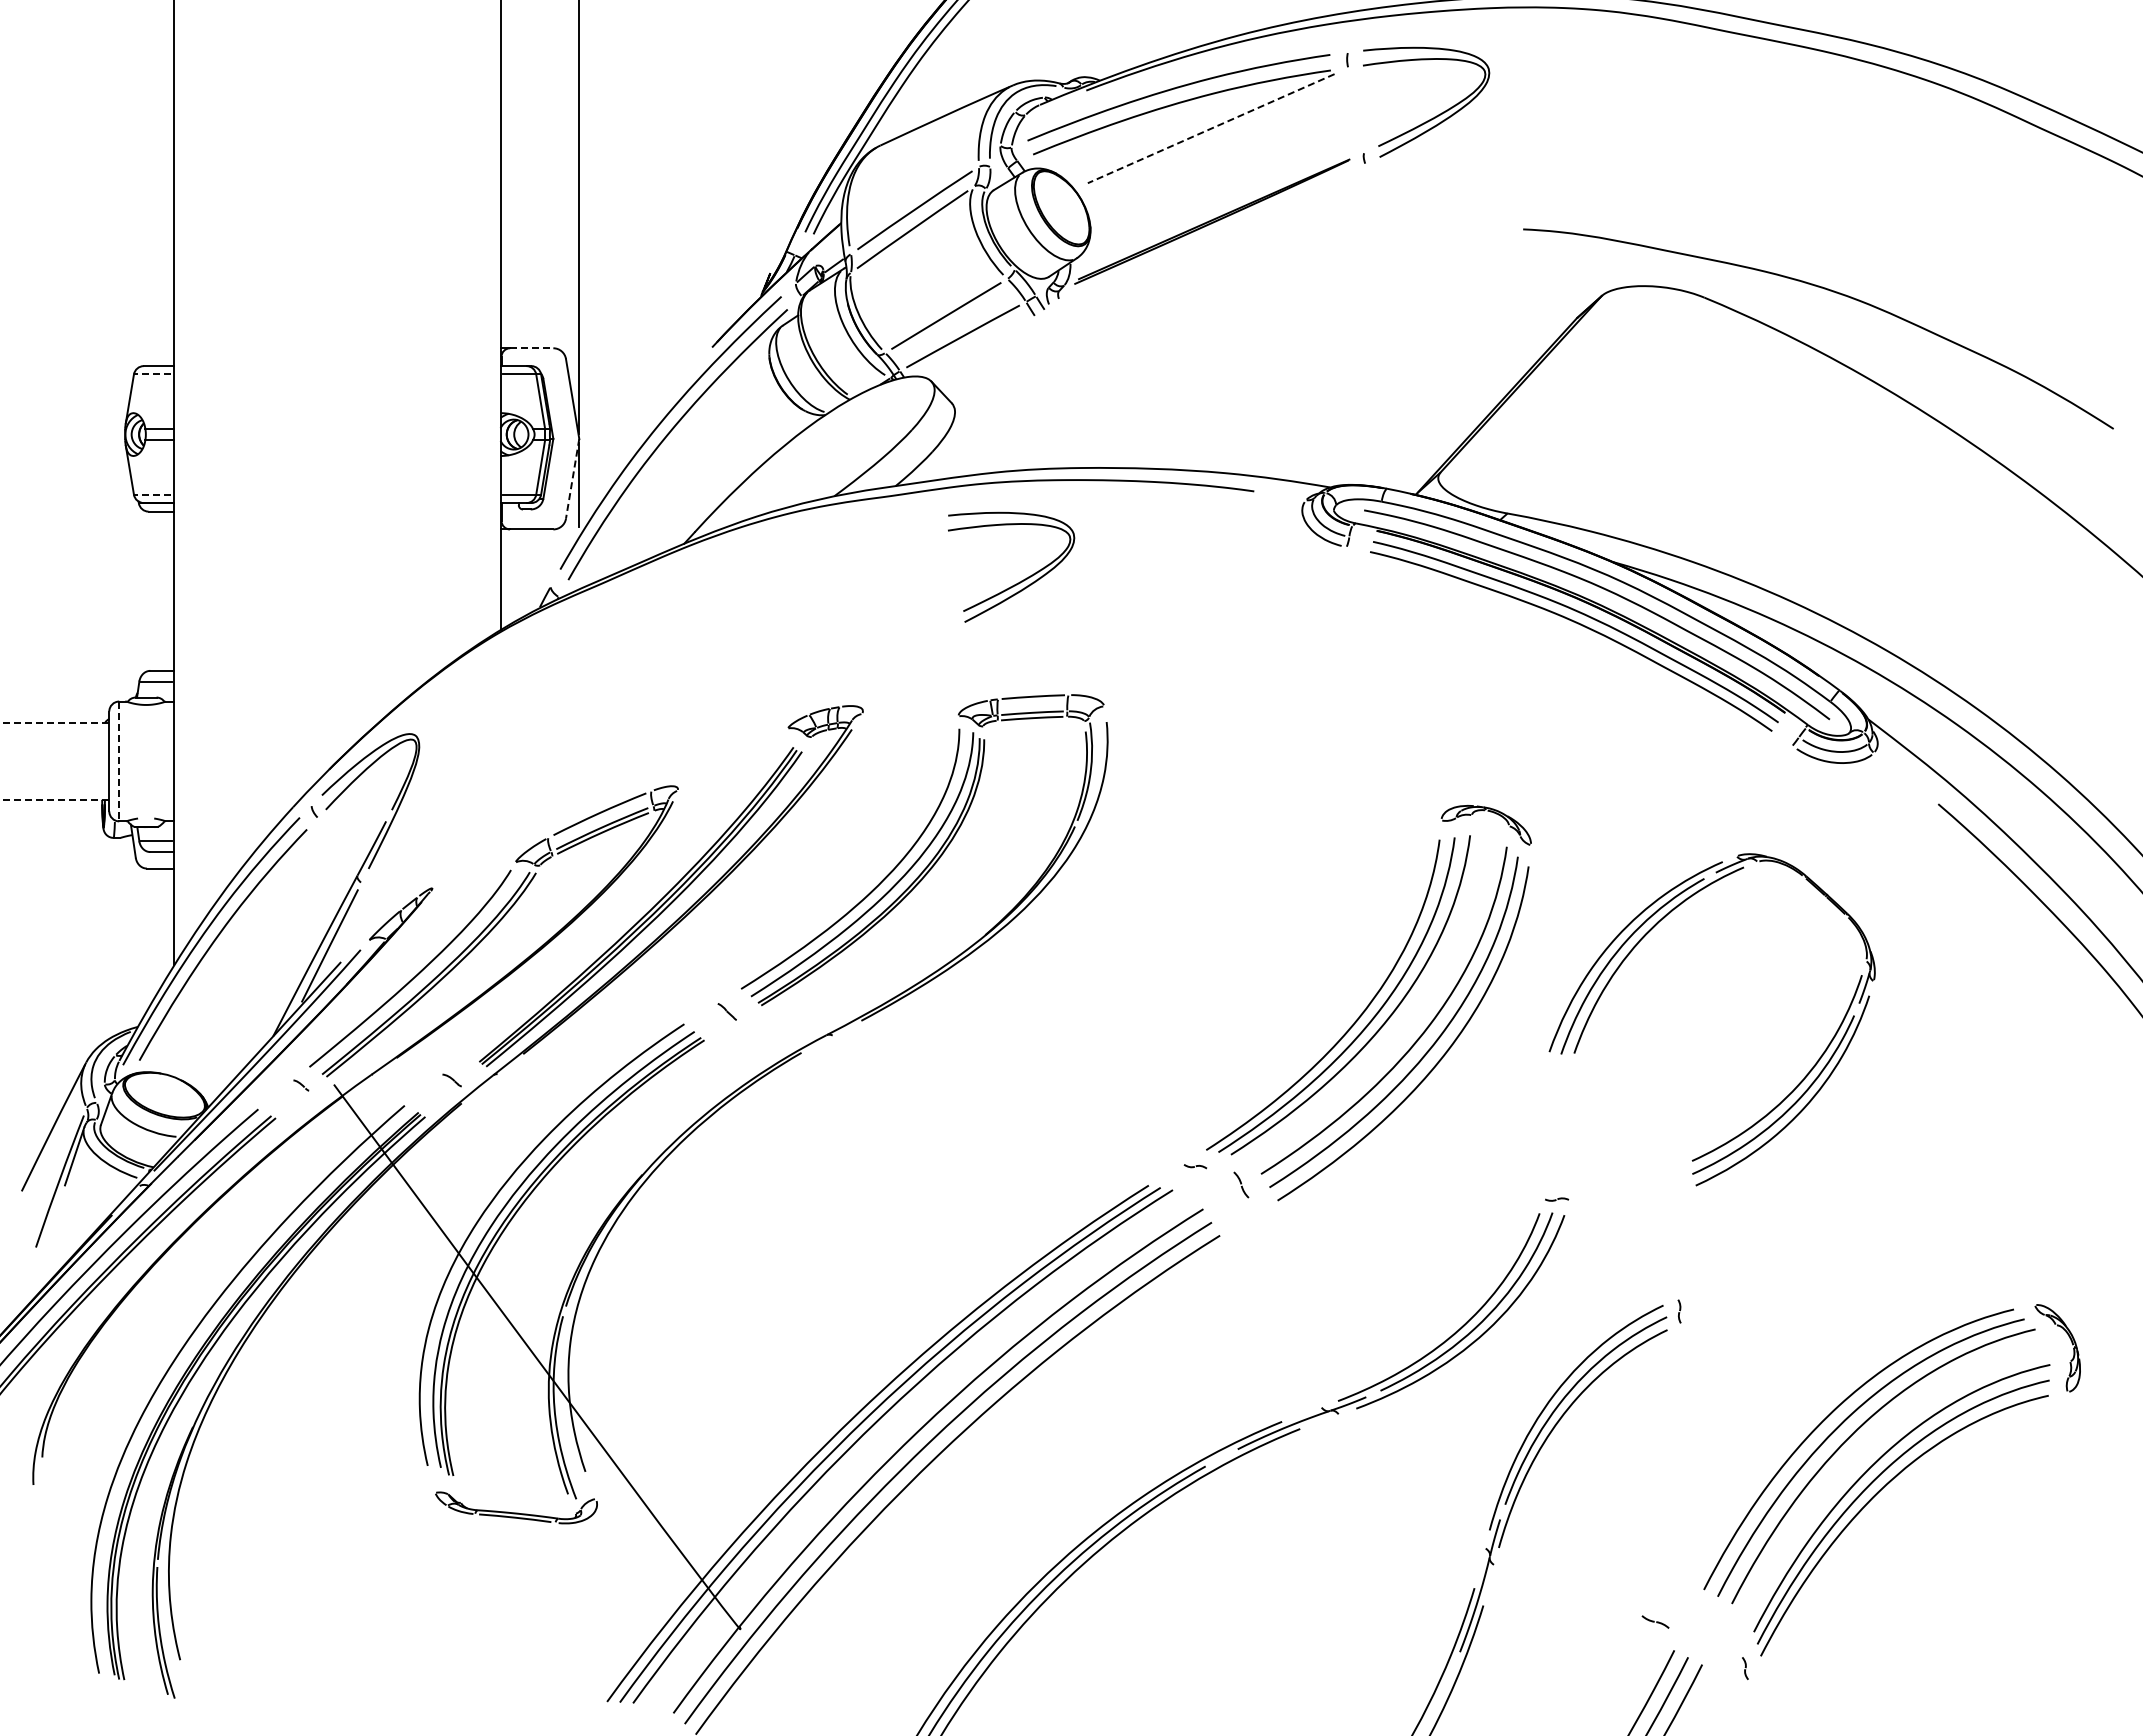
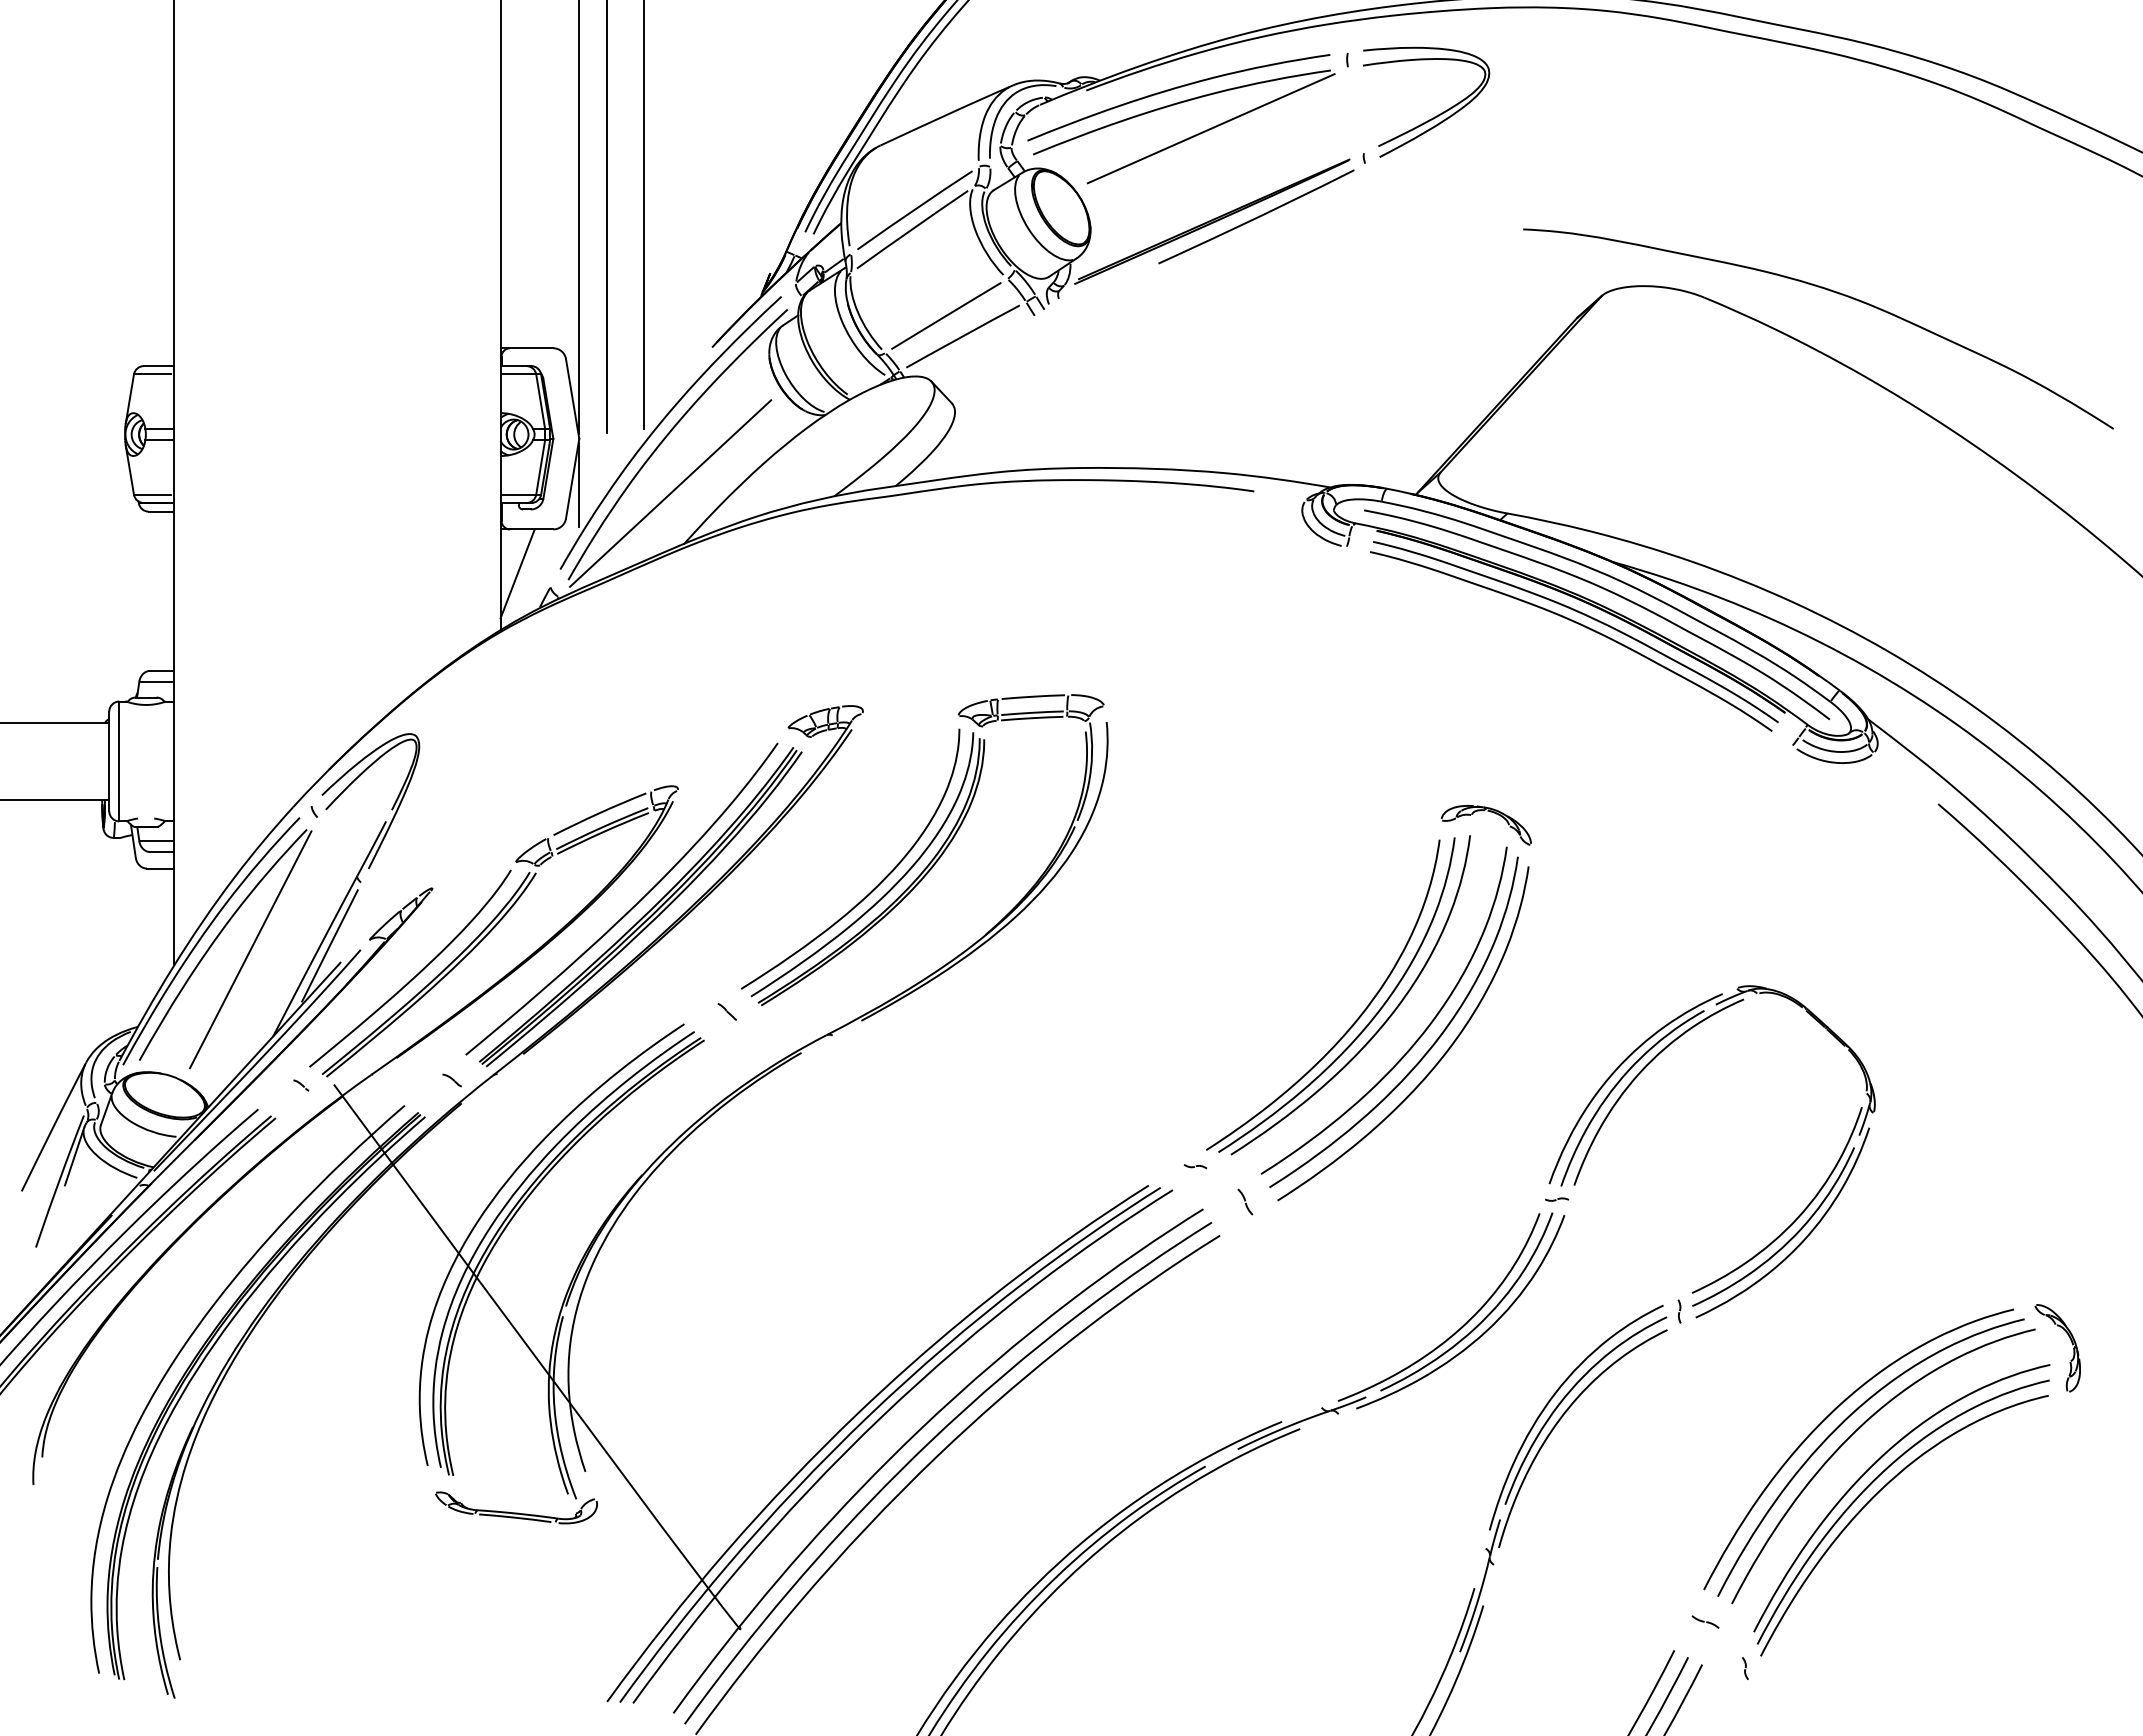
line at (1211, 128): dashed -> solid
line at (644, 215): none -> present
curve at (1257, 216): none -> present
line at (607, 217): none -> present
line at (531, 348): dashed -> solid
line at (151, 374): dashed -> solid
line at (572, 479): dashed -> solid
line at (670, 493): none -> present
line at (151, 494): dashed -> solid
line at (517, 573): none -> present
part at (1019, 581): present -> none
line at (54, 723): dashed -> solid
line at (119, 761): dashed -> solid
line at (54, 799): dashed -> solid
curve at (631, 907): none -> present
line at (250, 949): none -> present
part at (1632, 951) position: (1632, 951) -> (1632, 1083)
part at (1241, 1184) position: (1241, 1184) -> (1245, 1201)
part at (1655, 1621) position: (1655, 1621) -> (1705, 1621)
